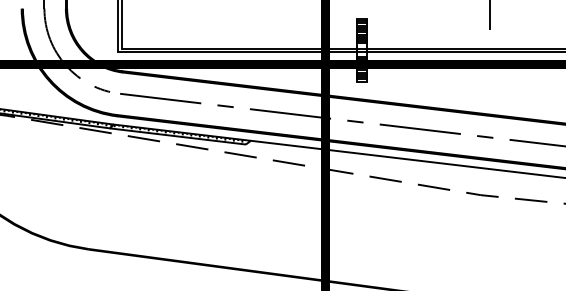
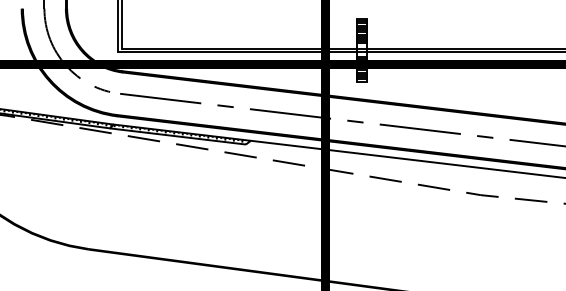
line at (490, 15): present -> none
